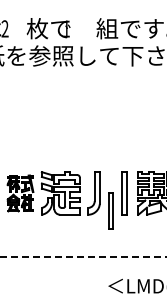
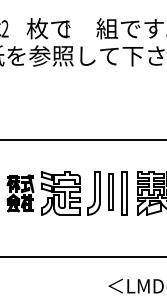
line at (82, 139): none -> present
part at (110, 210) position: (110, 210) -> (110, 191)
line at (83, 257): dashed -> solid
